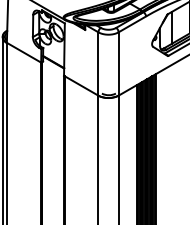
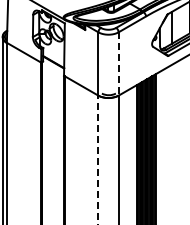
line at (118, 63): solid -> dashed
line at (98, 159): solid -> dashed
